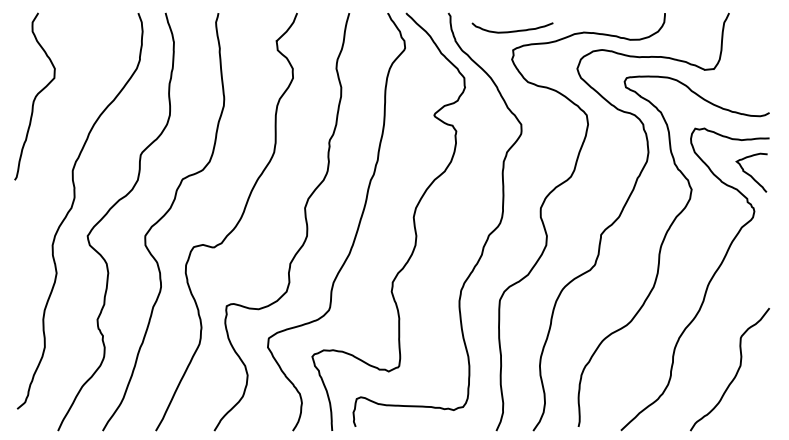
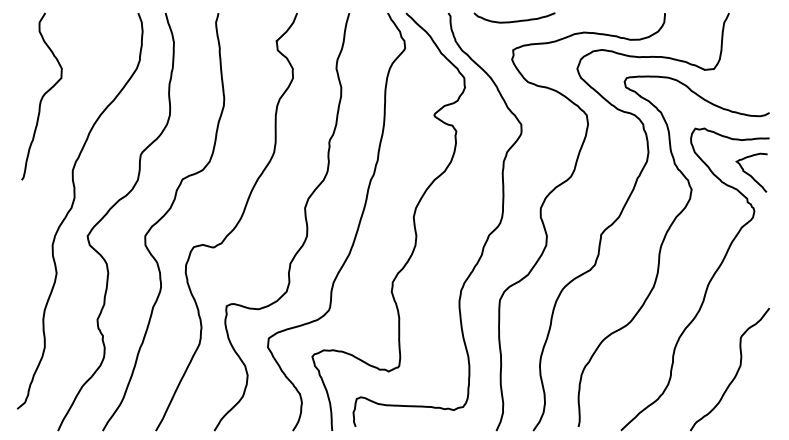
curve at (512, 30) position: (512, 30) -> (514, 20)
curve at (35, 96) position: (35, 96) -> (42, 96)
